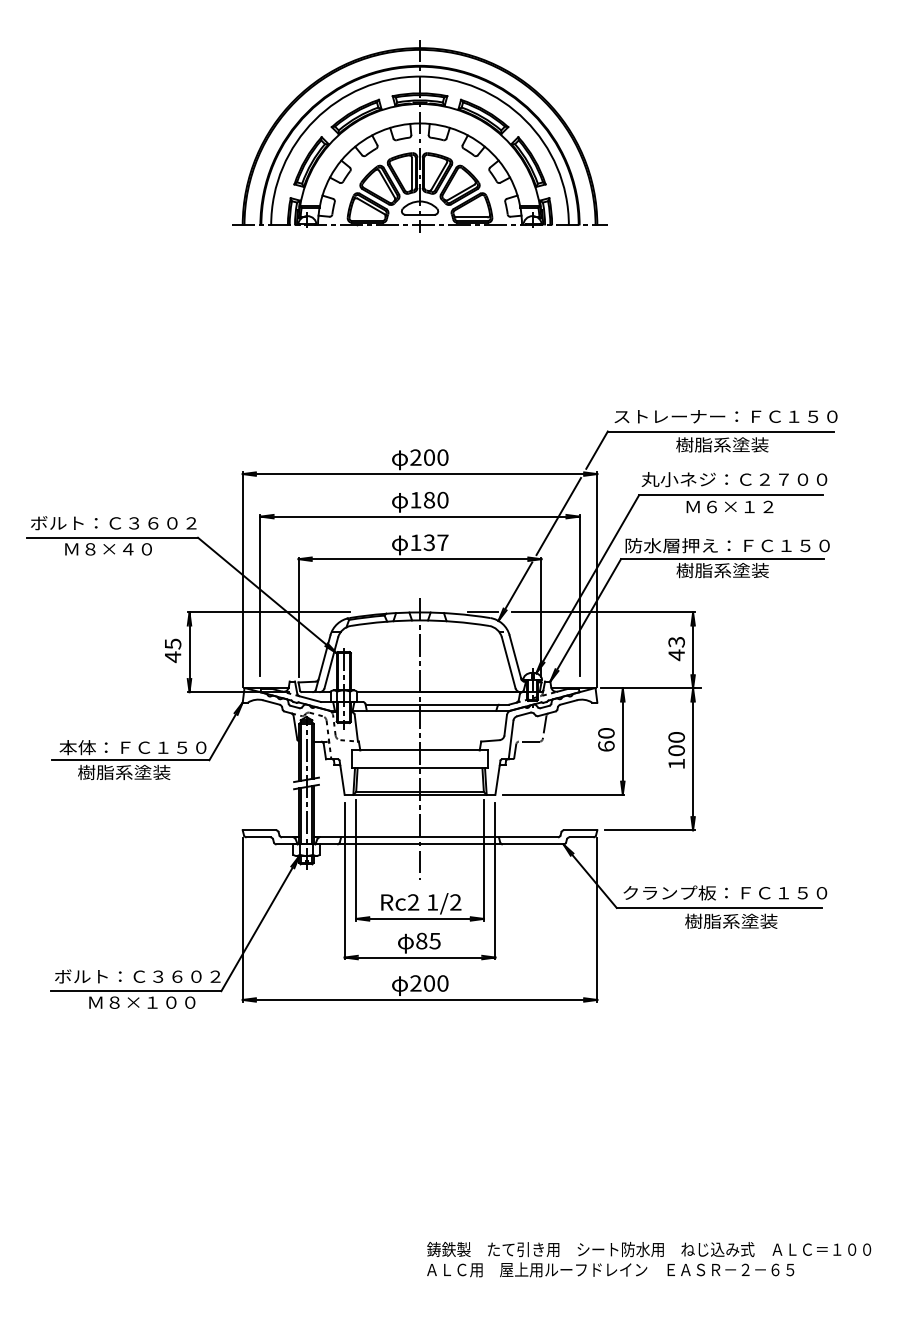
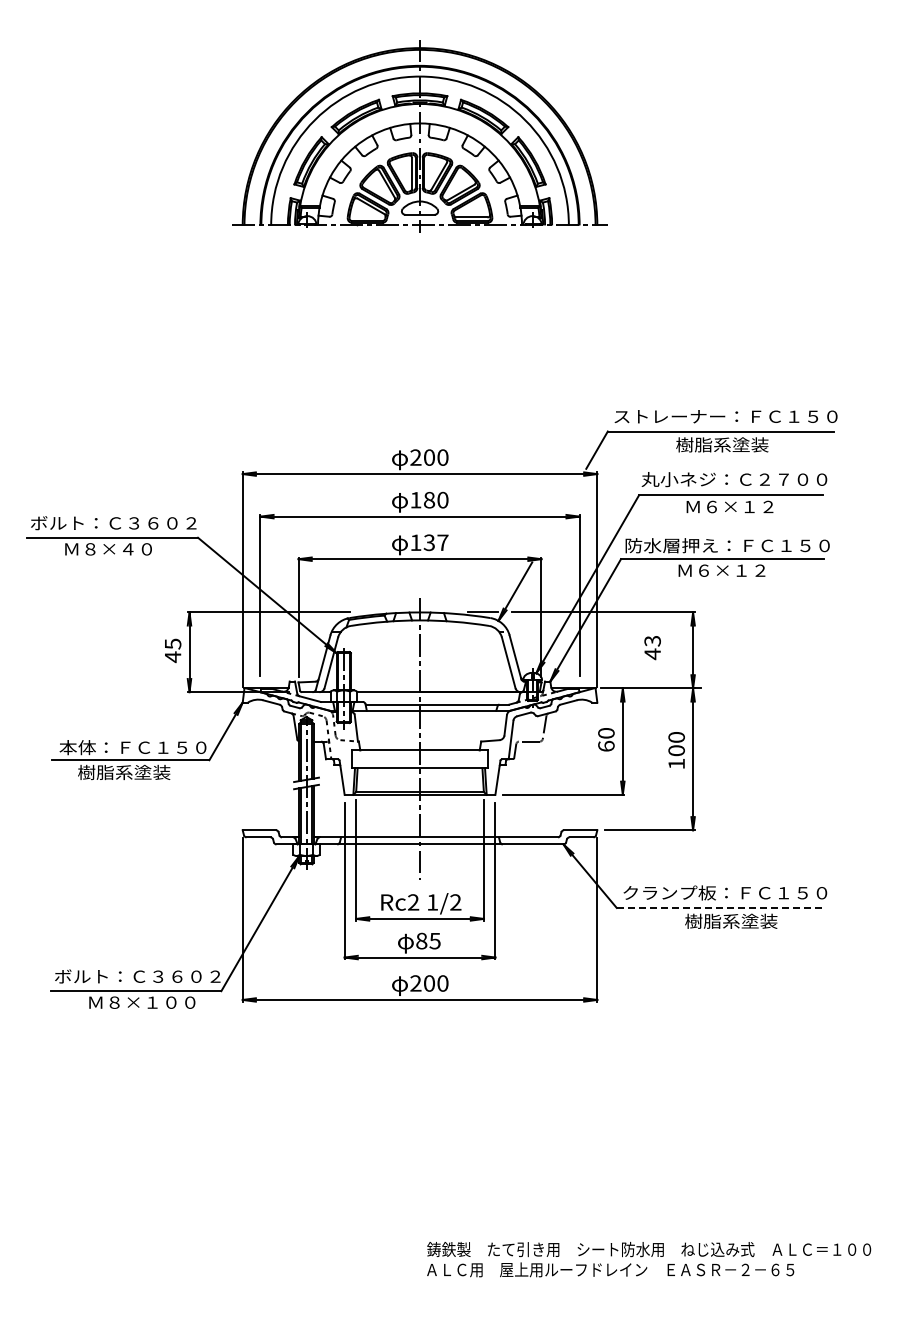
line at (558, 516): present -> none
text at (722, 570): 樹脂系塗装 -> Ｍ６×１２
text at (676, 649) position: (676, 649) -> (652, 648)
line at (719, 907): solid -> dashed
